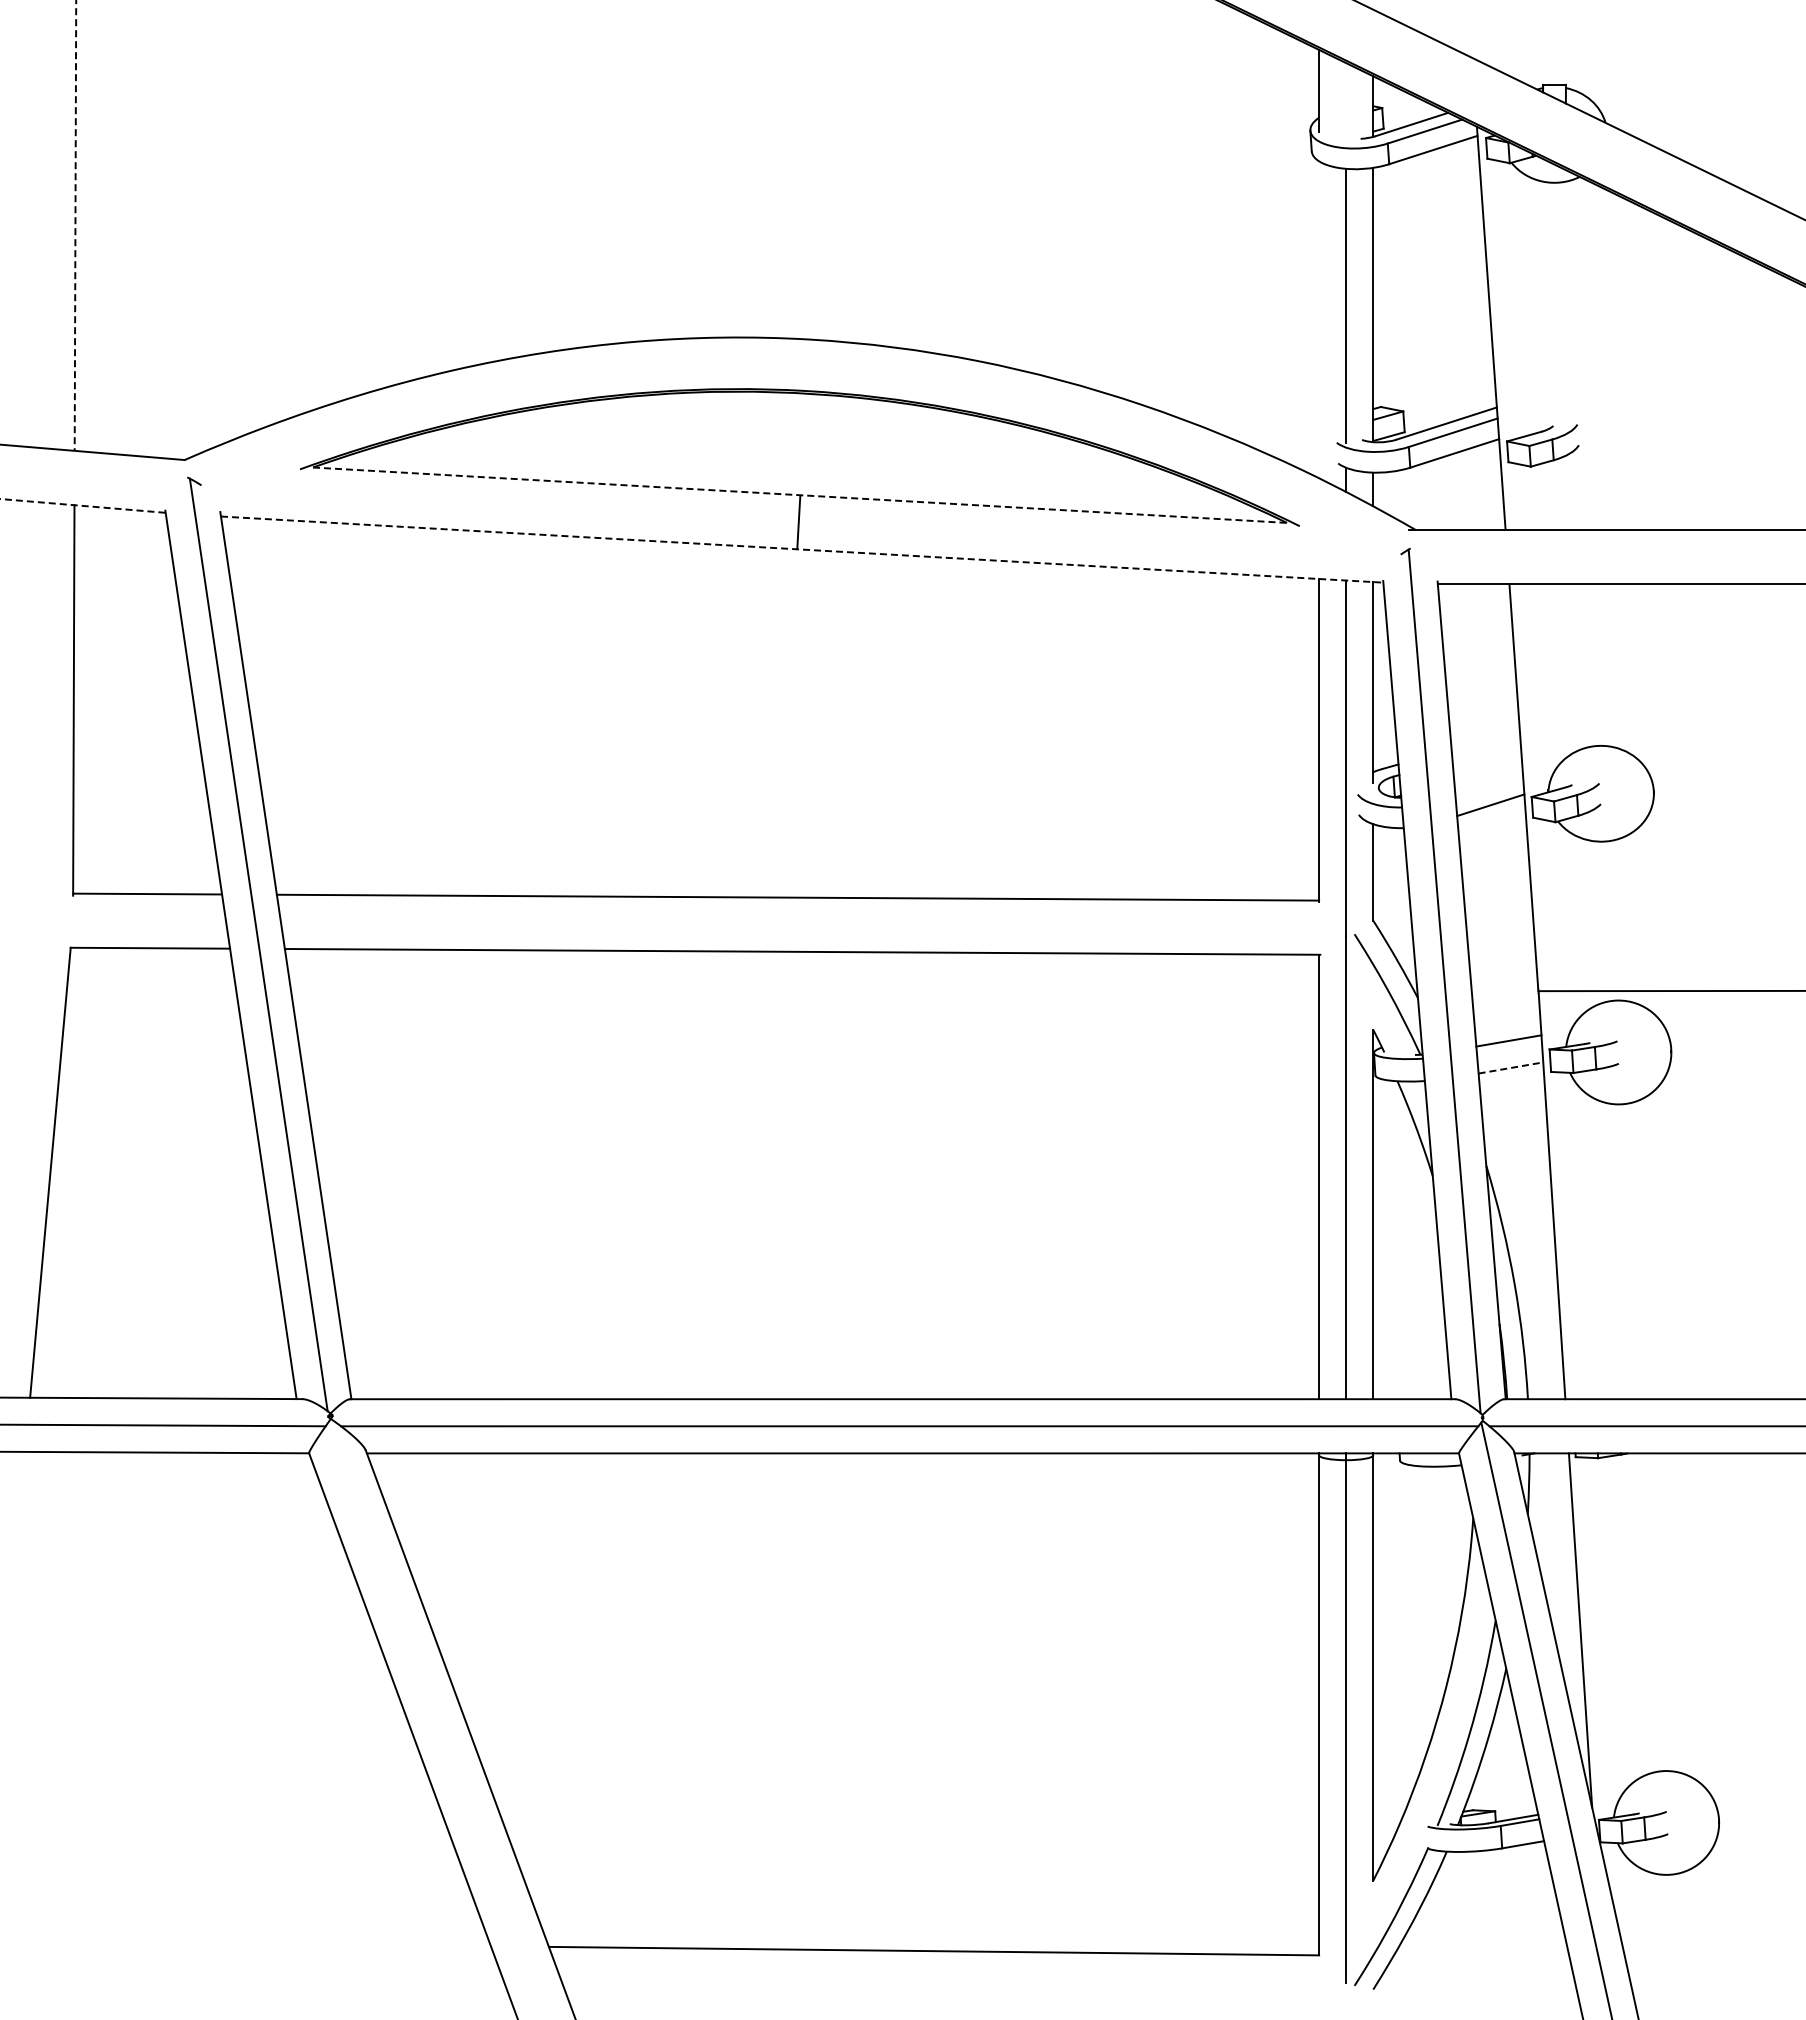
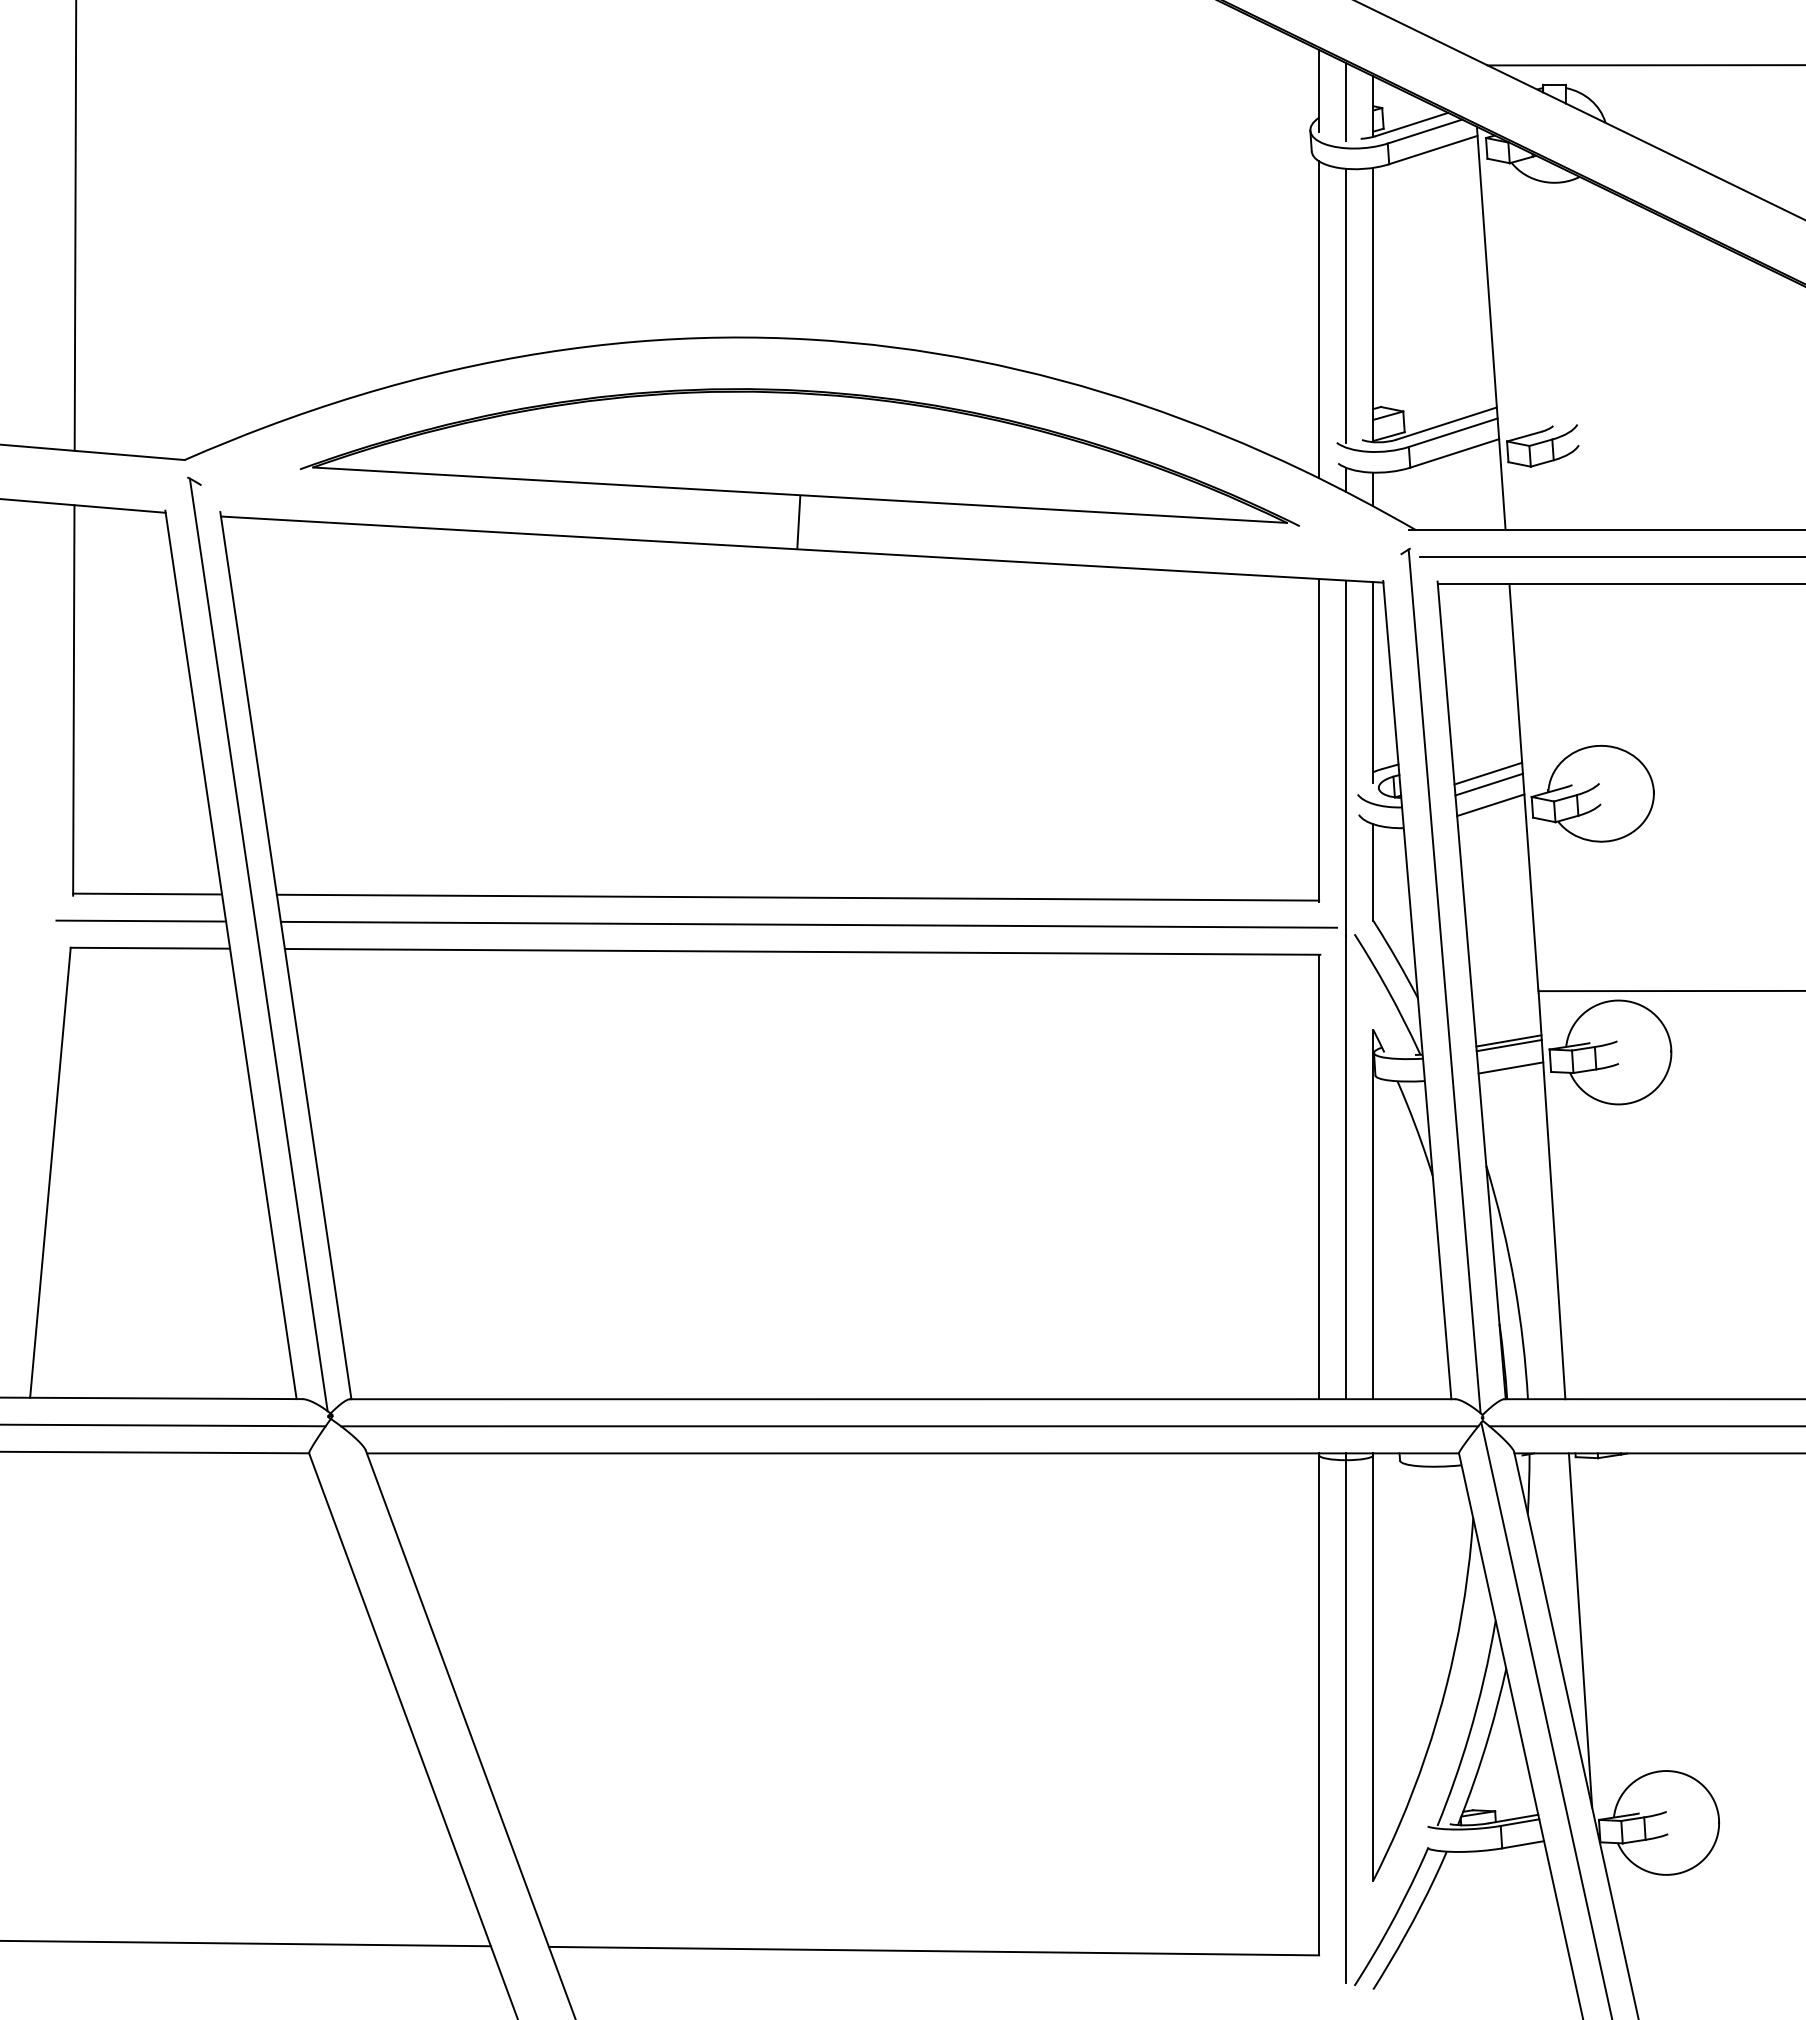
line at (1644, 65): none -> present
line at (1346, 102): none -> present
line at (75, 226): dashed -> solid
line at (1319, 319): none -> present
line at (800, 495): dashed -> solid
line at (83, 505): dashed -> solid
line at (802, 549): dashed -> solid
line at (1610, 556): none -> present
line at (1488, 773): none -> present
line at (1488, 784): none -> present
line at (141, 920): none -> present
line at (808, 924): none -> present
line at (1508, 1045): none -> present
line at (1510, 1067): dashed -> solid
line at (246, 1943): none -> present
